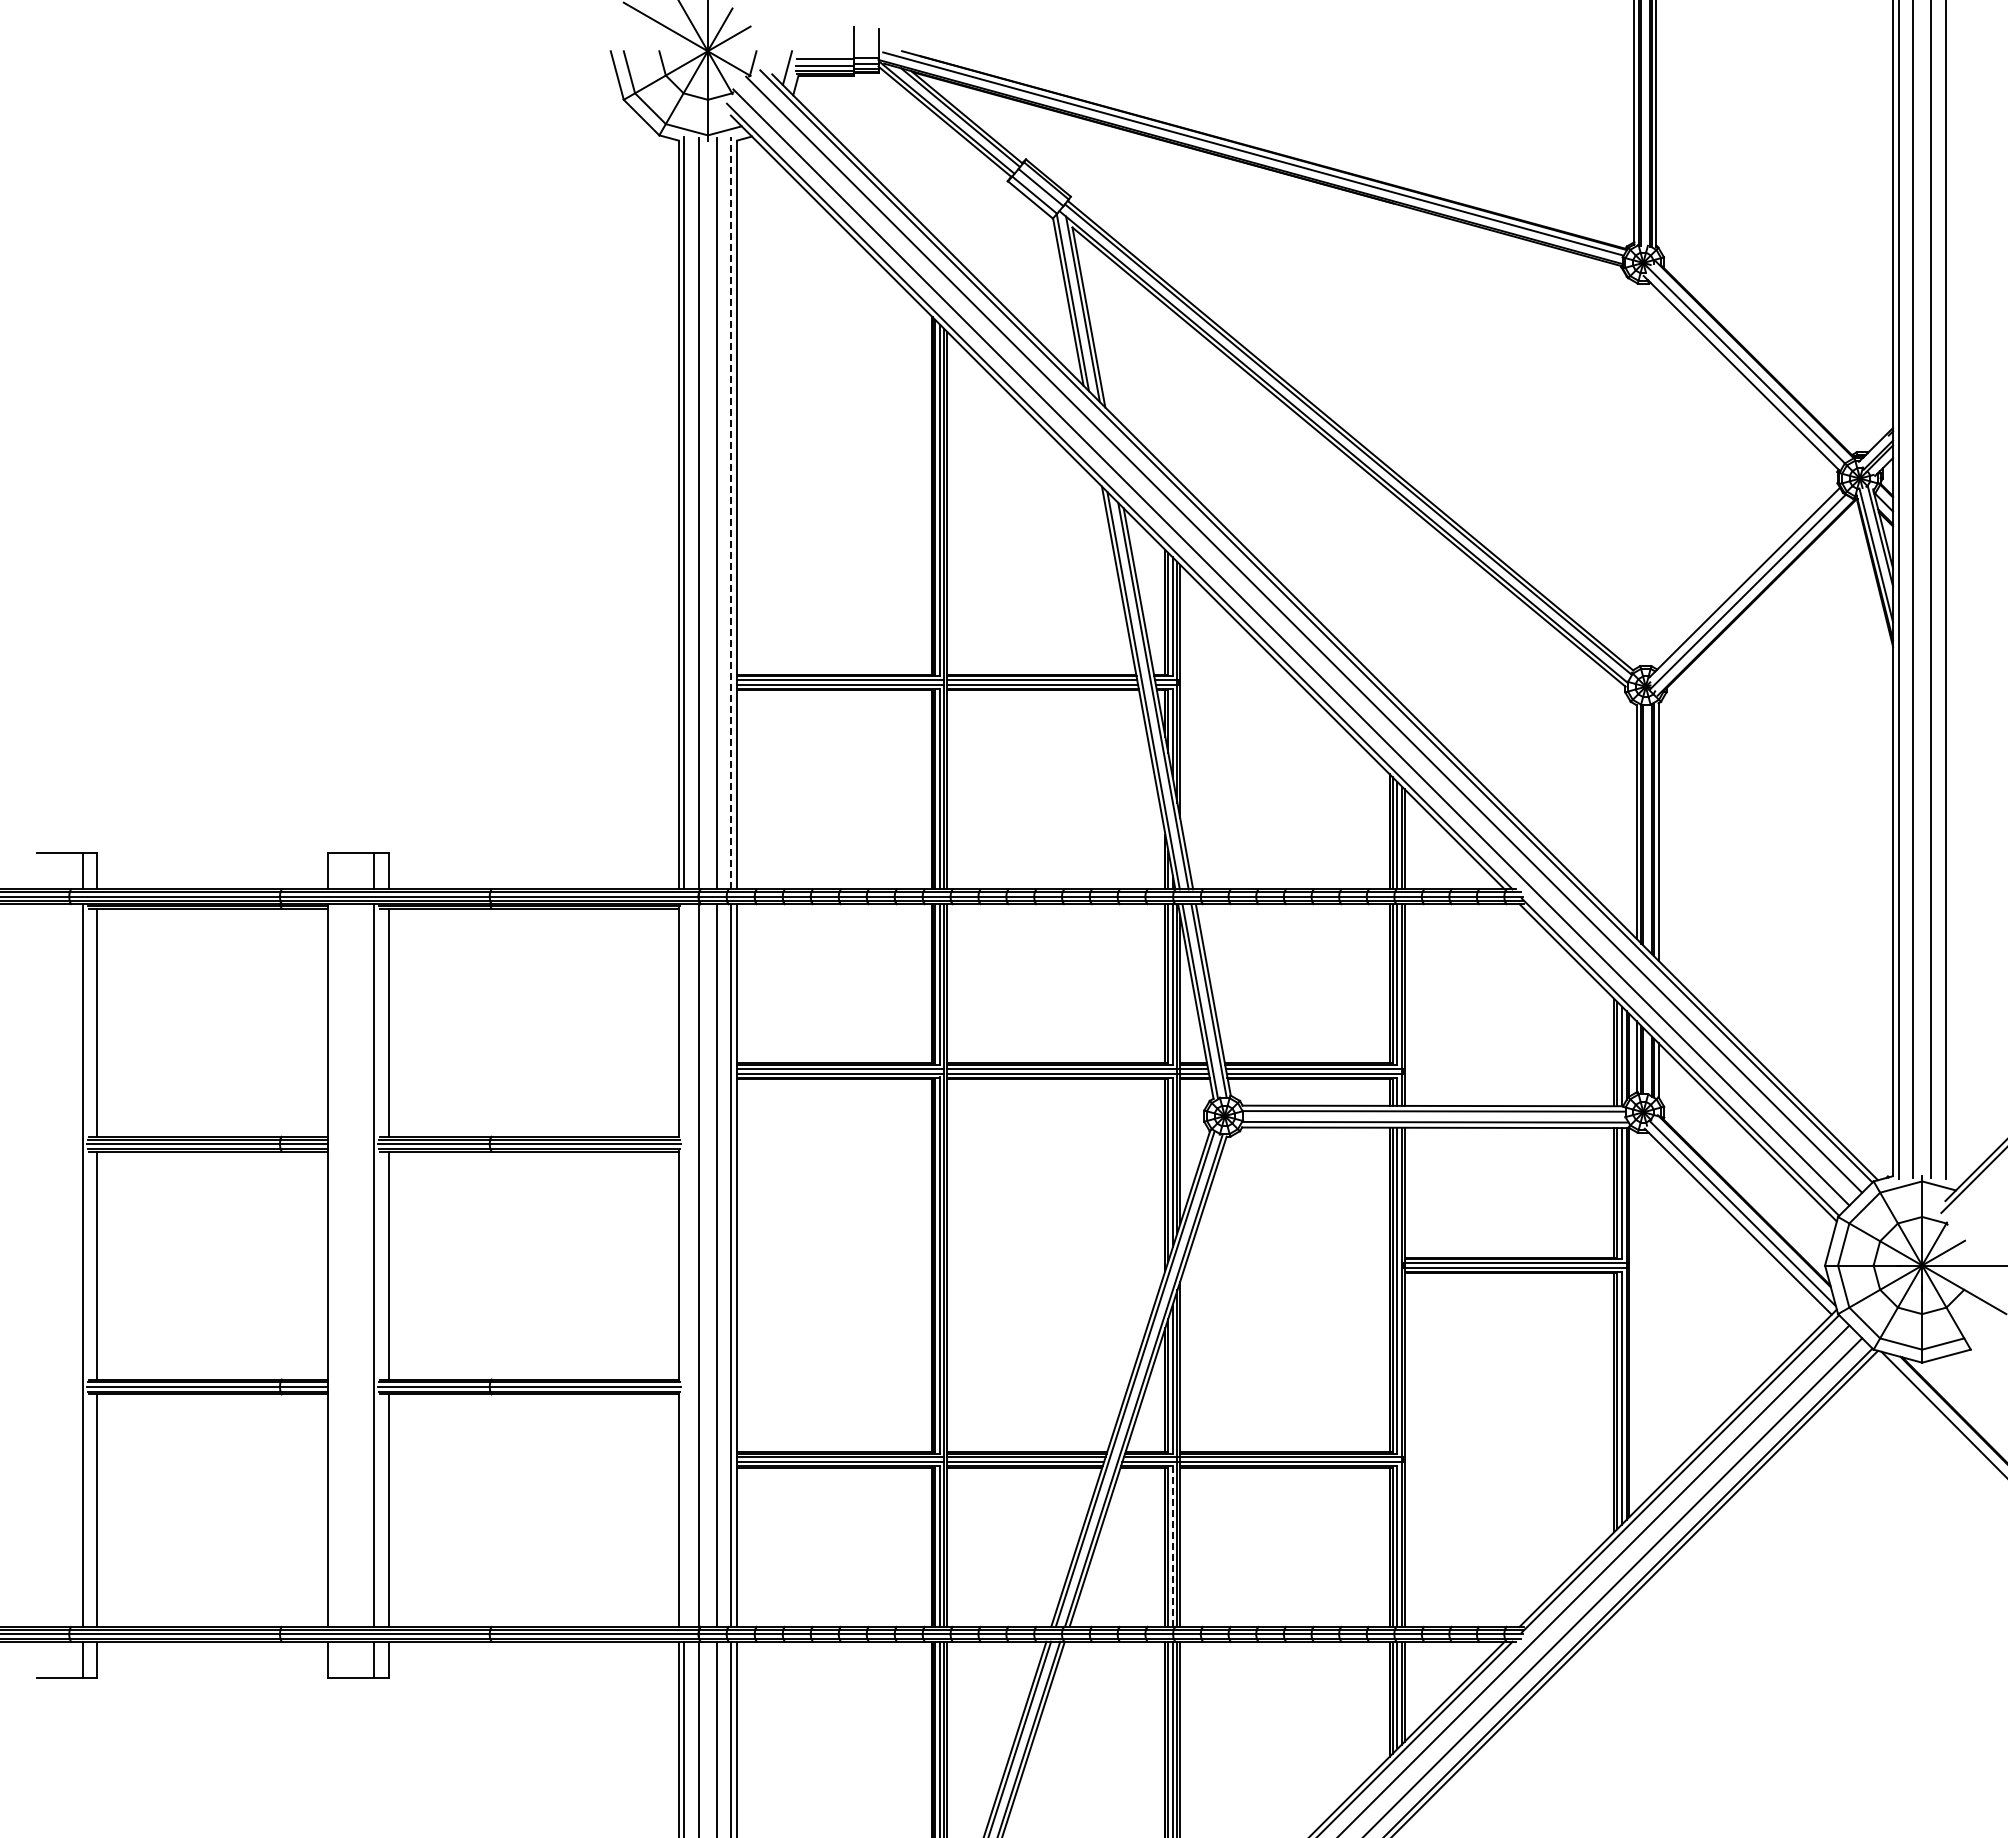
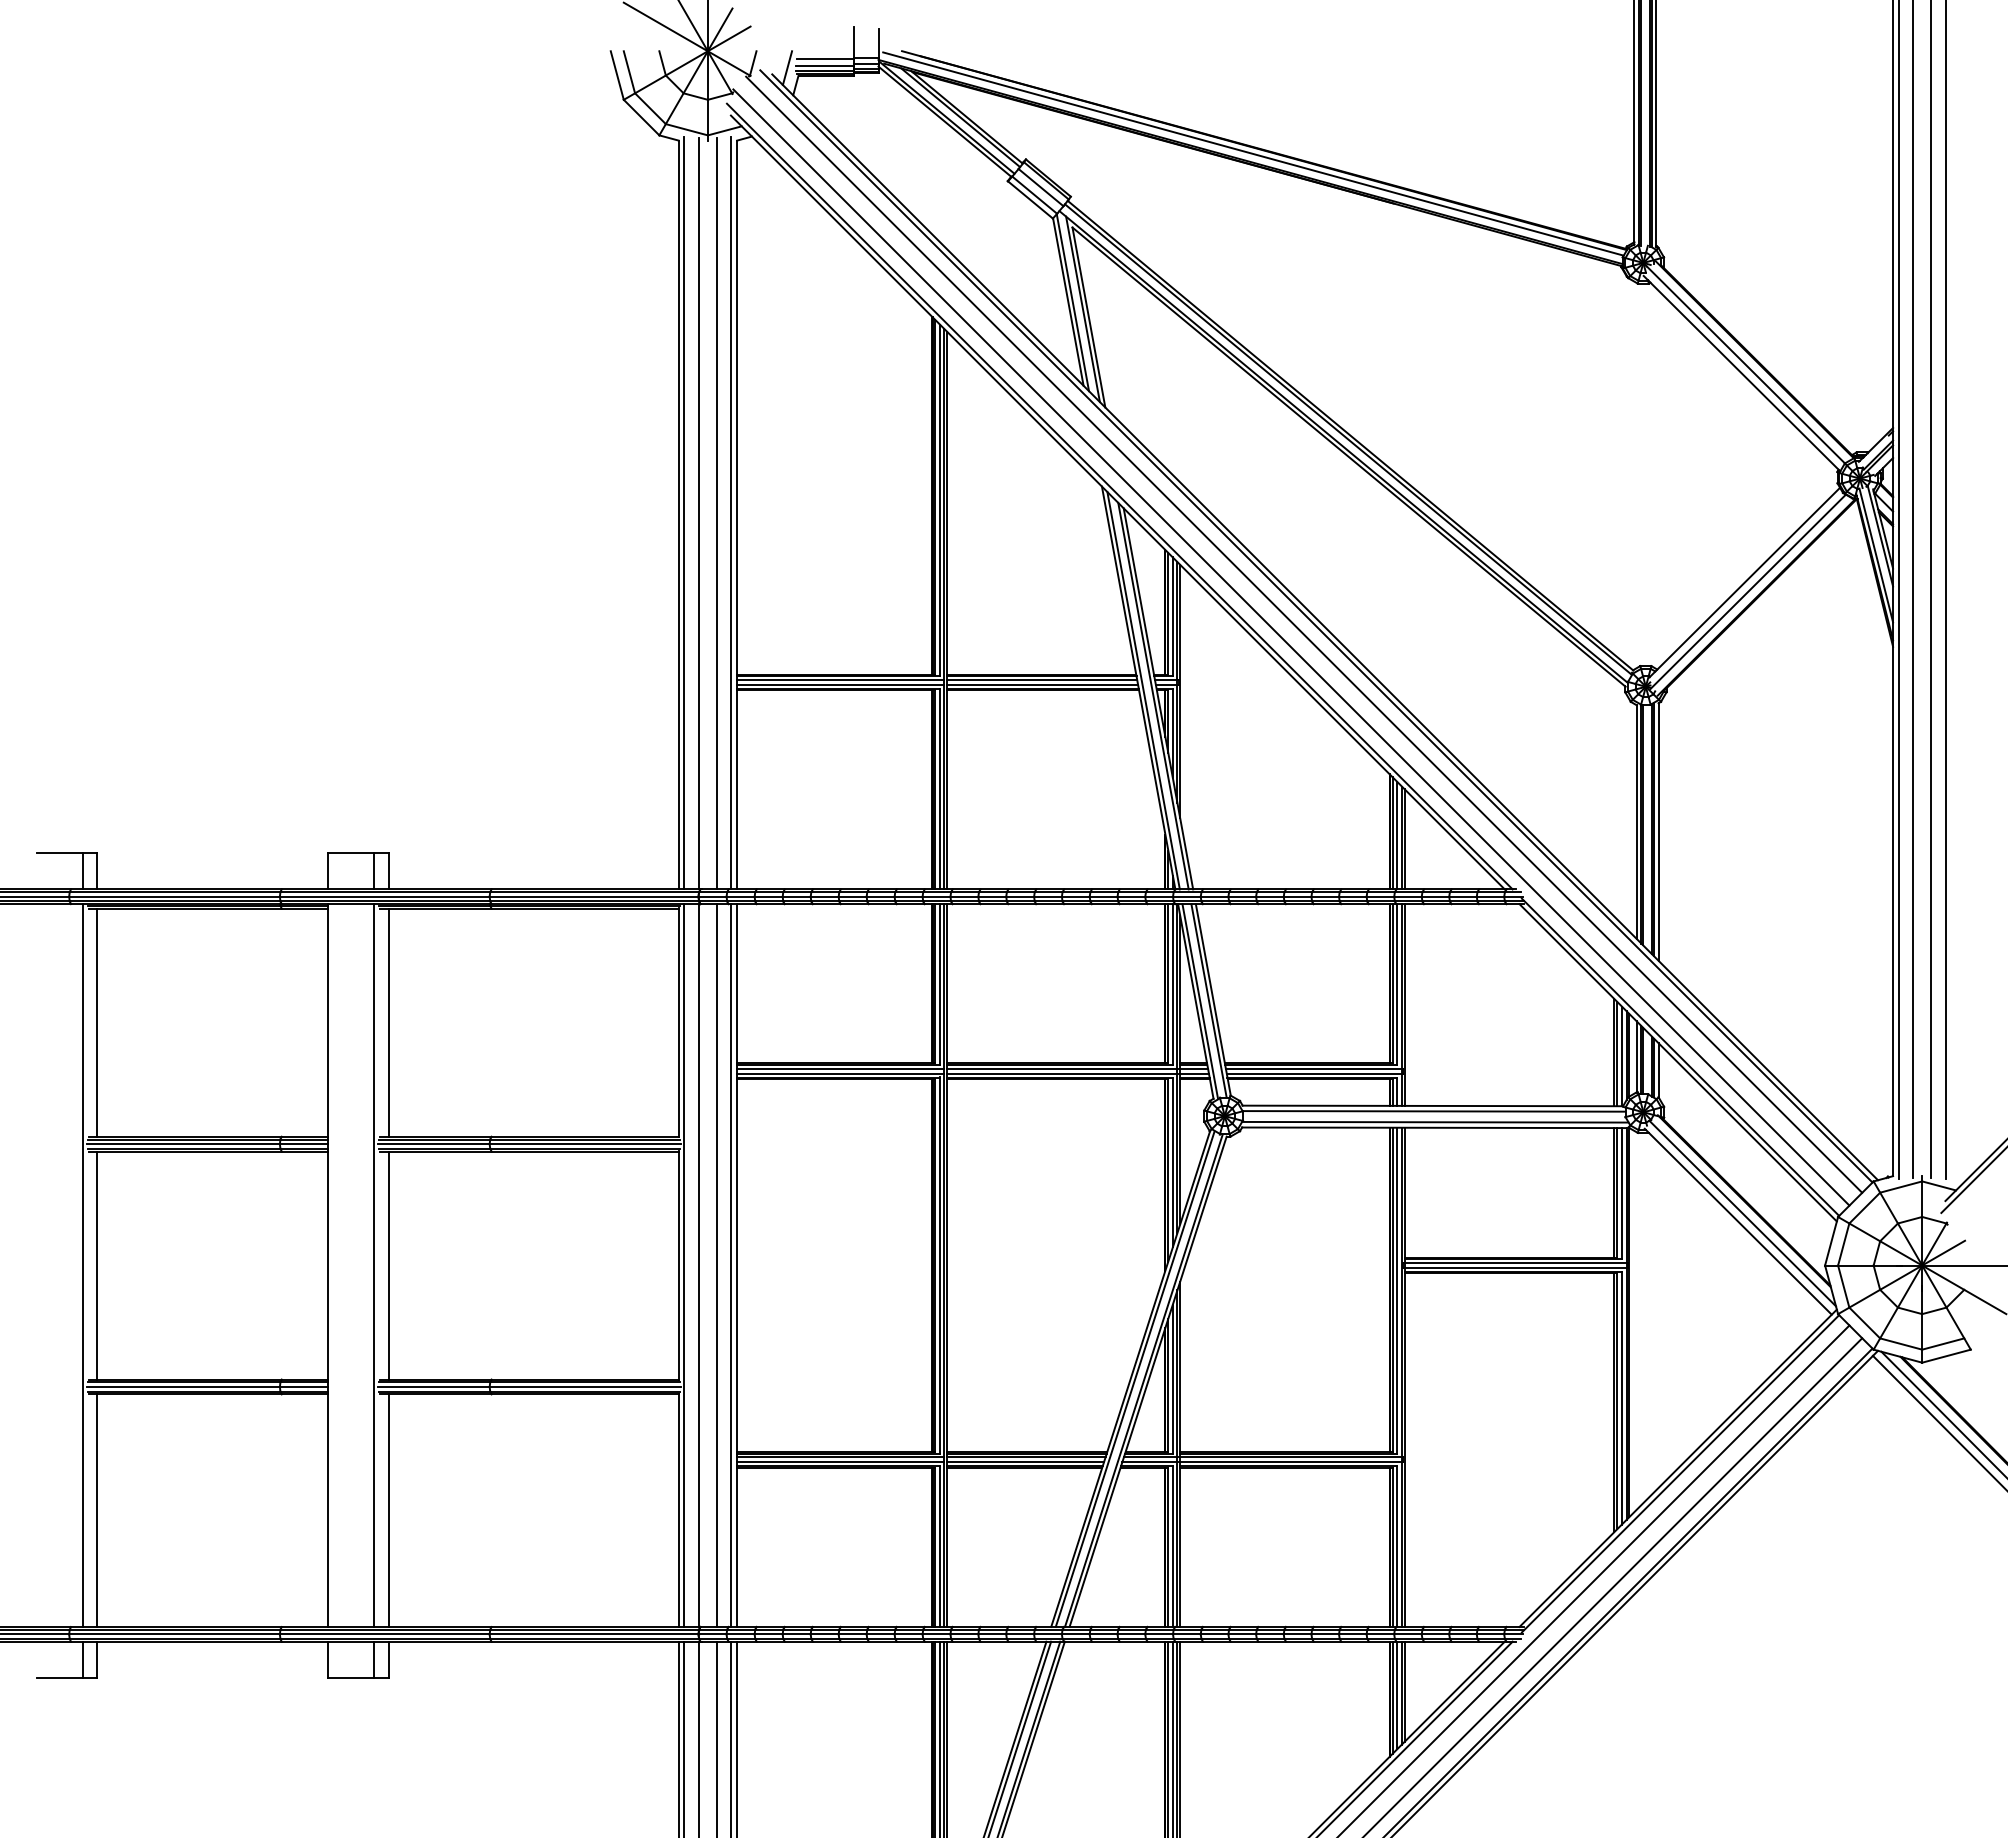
line at (731, 513): dashed -> solid
line at (684, 1265): none -> present
line at (1938, 1421): none -> present
line at (1172, 1547): dashed -> solid
